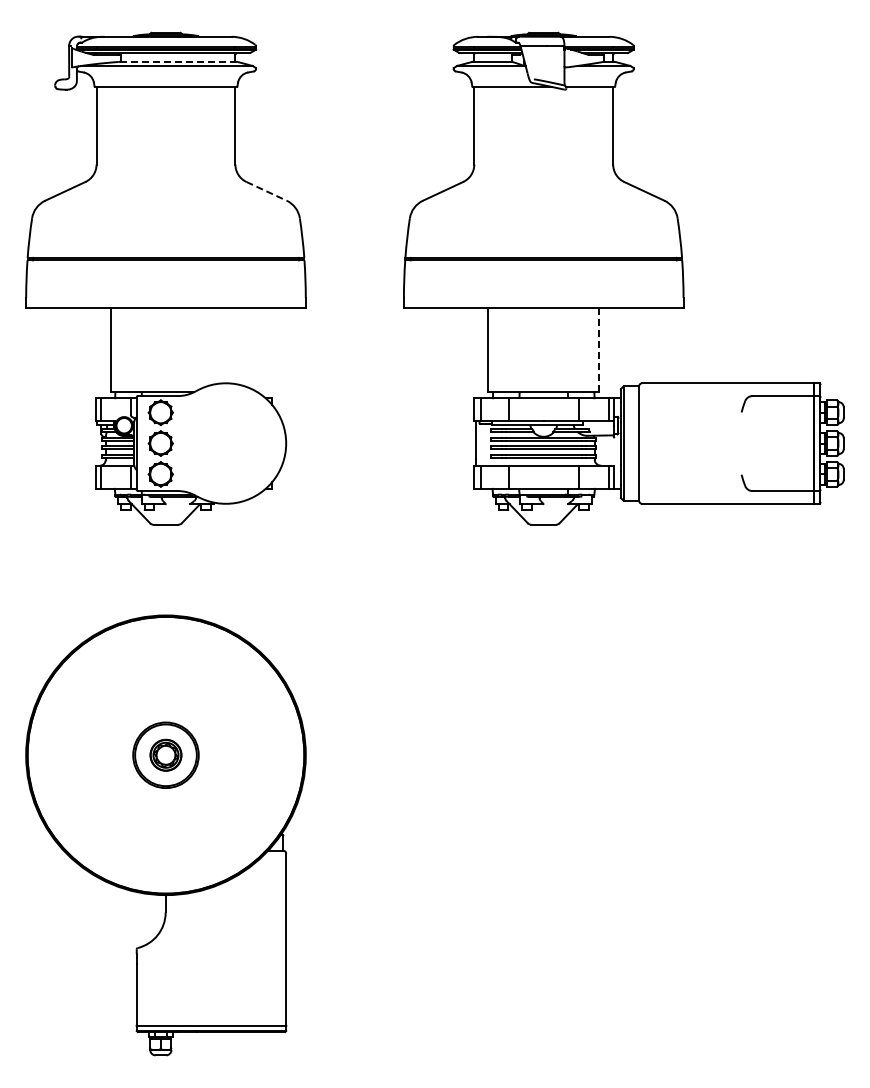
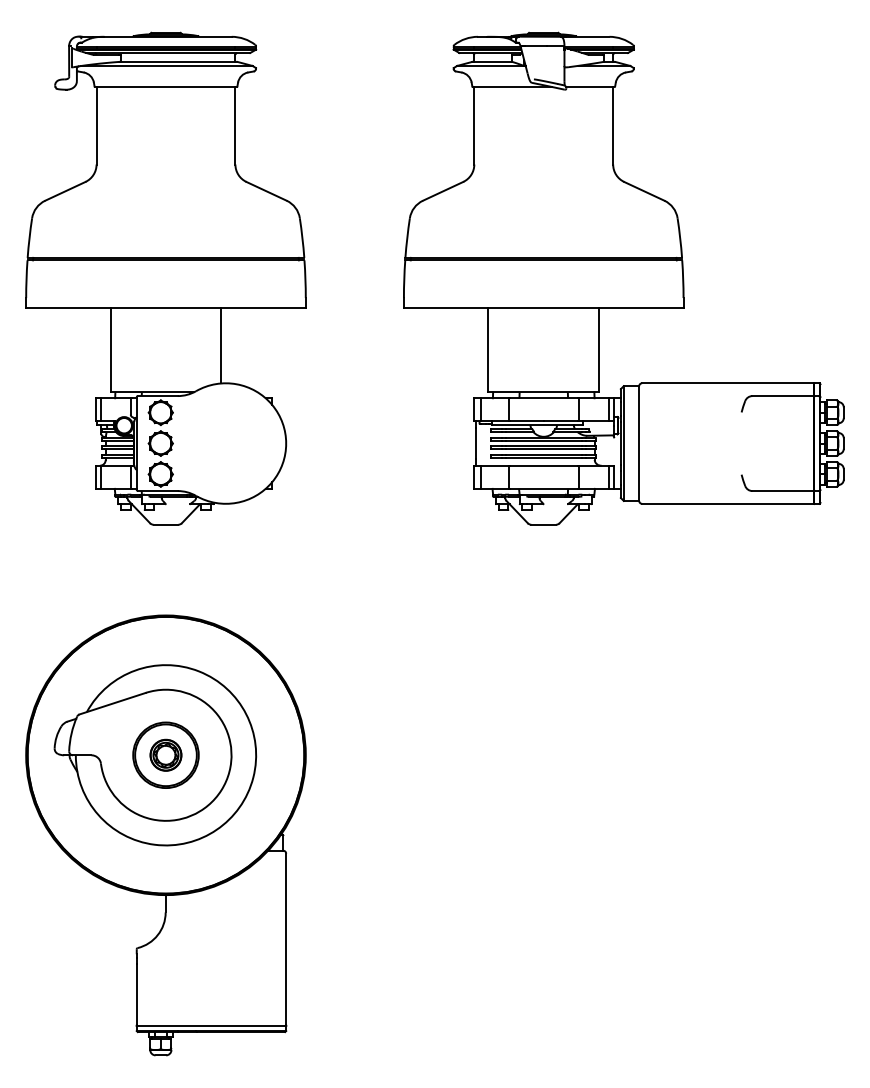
line at (178, 61): dashed -> solid
line at (267, 191): dashed -> solid
line at (221, 345): none -> present
line at (599, 349): dashed -> solid
part at (155, 755): none -> present
